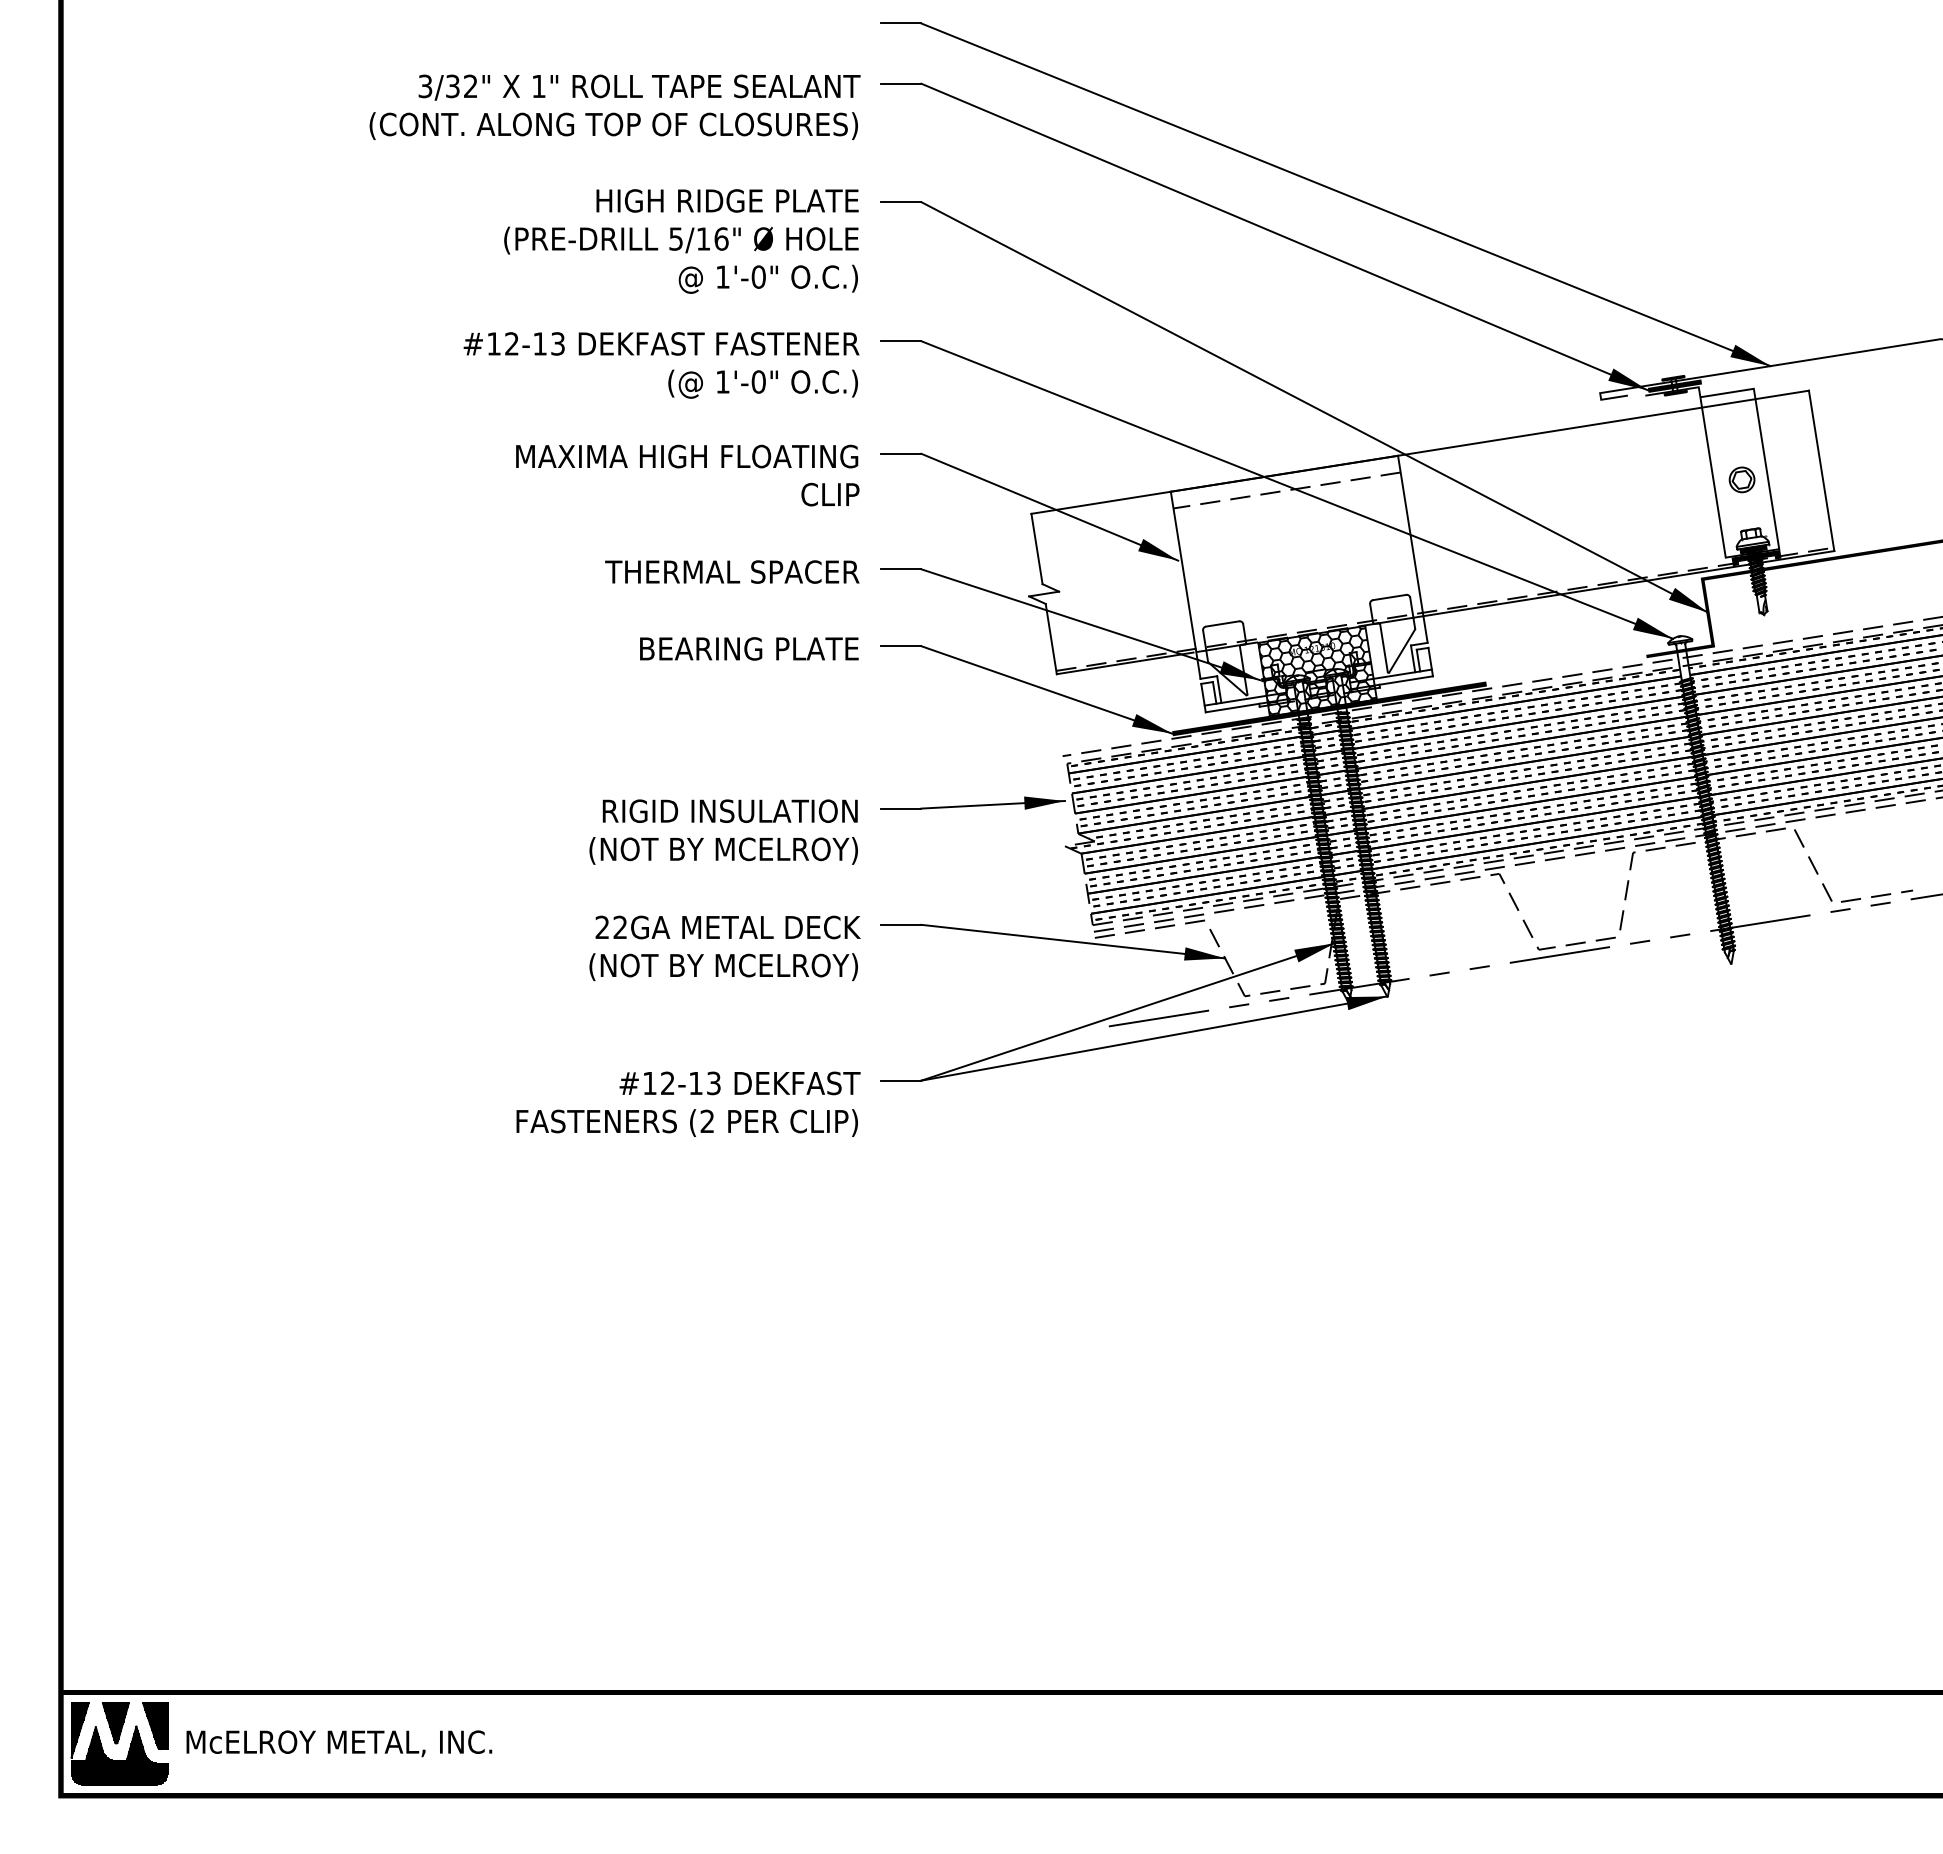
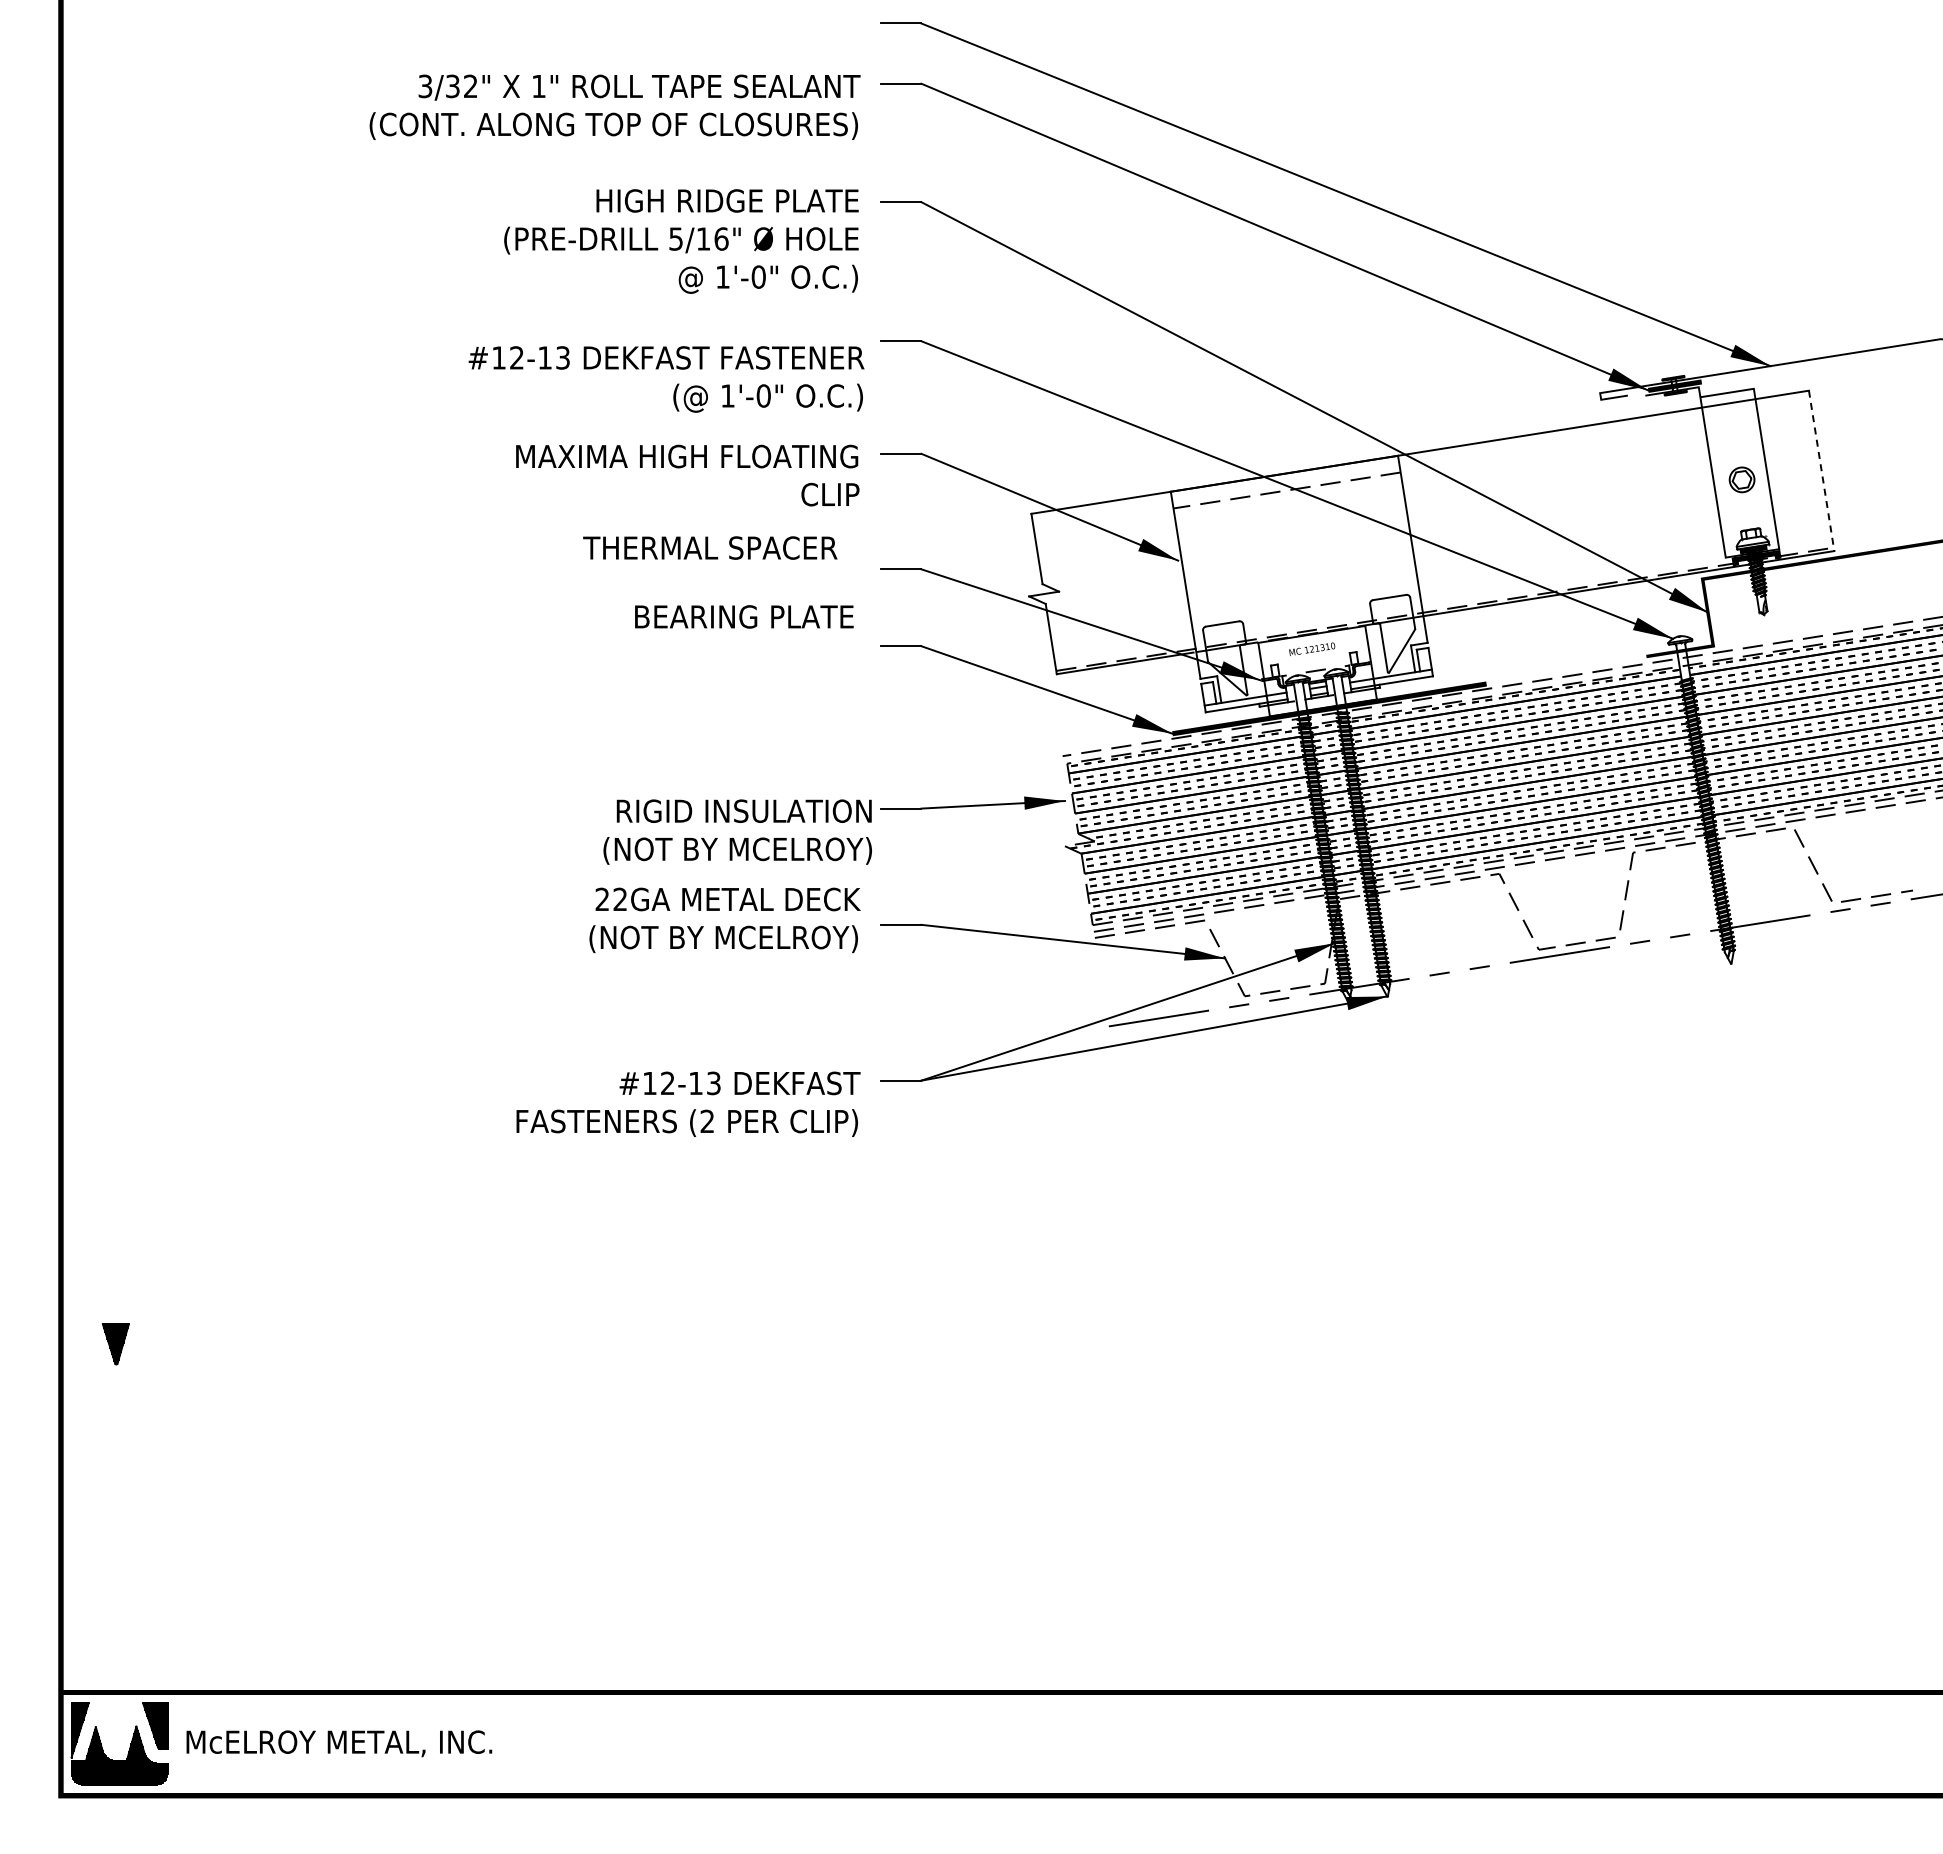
text at (661, 365) position: (661, 365) -> (666, 379)
line at (1821, 471): solid -> dashed
text at (732, 571) position: (732, 571) -> (710, 547)
text at (749, 648) position: (749, 648) -> (744, 616)
hatch at (1317, 671): present -> none
text at (723, 831) position: (723, 831) -> (737, 831)
text at (724, 948) position: (724, 948) -> (724, 920)
part at (115, 1723) position: (115, 1723) -> (115, 1344)
